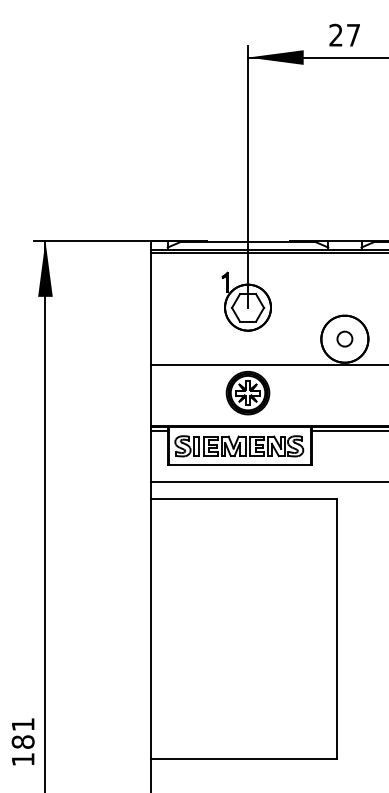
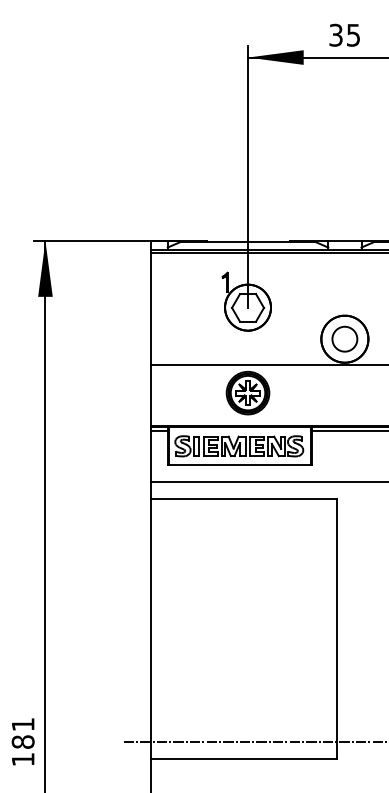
text at (344, 35): 27 -> 35
circle at (344, 338) size: 18x18 px -> 28x28 px
line at (254, 742): none -> present
